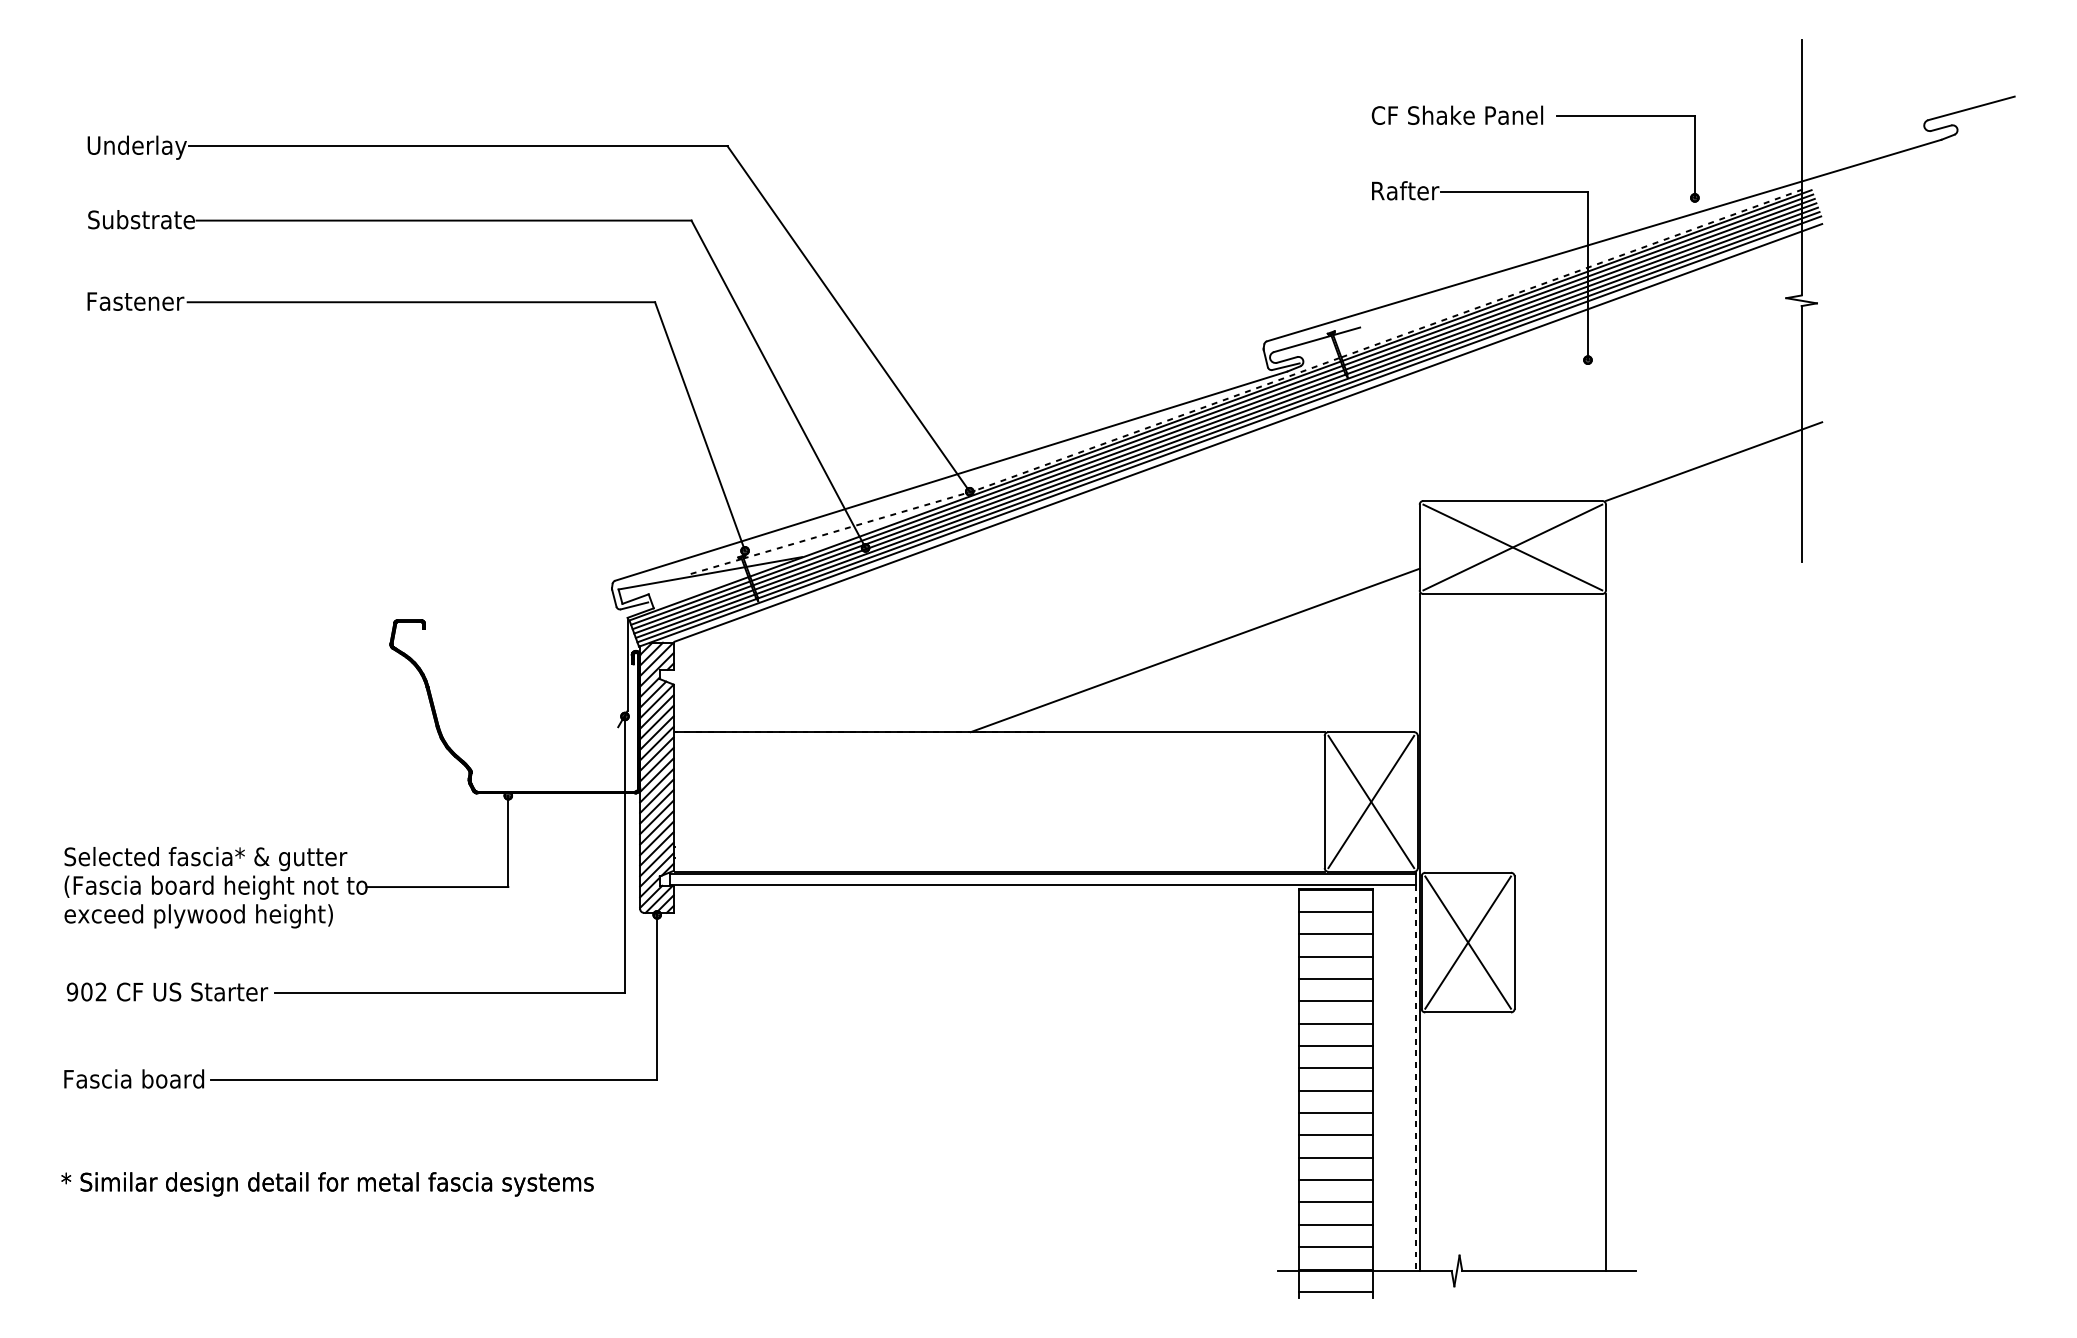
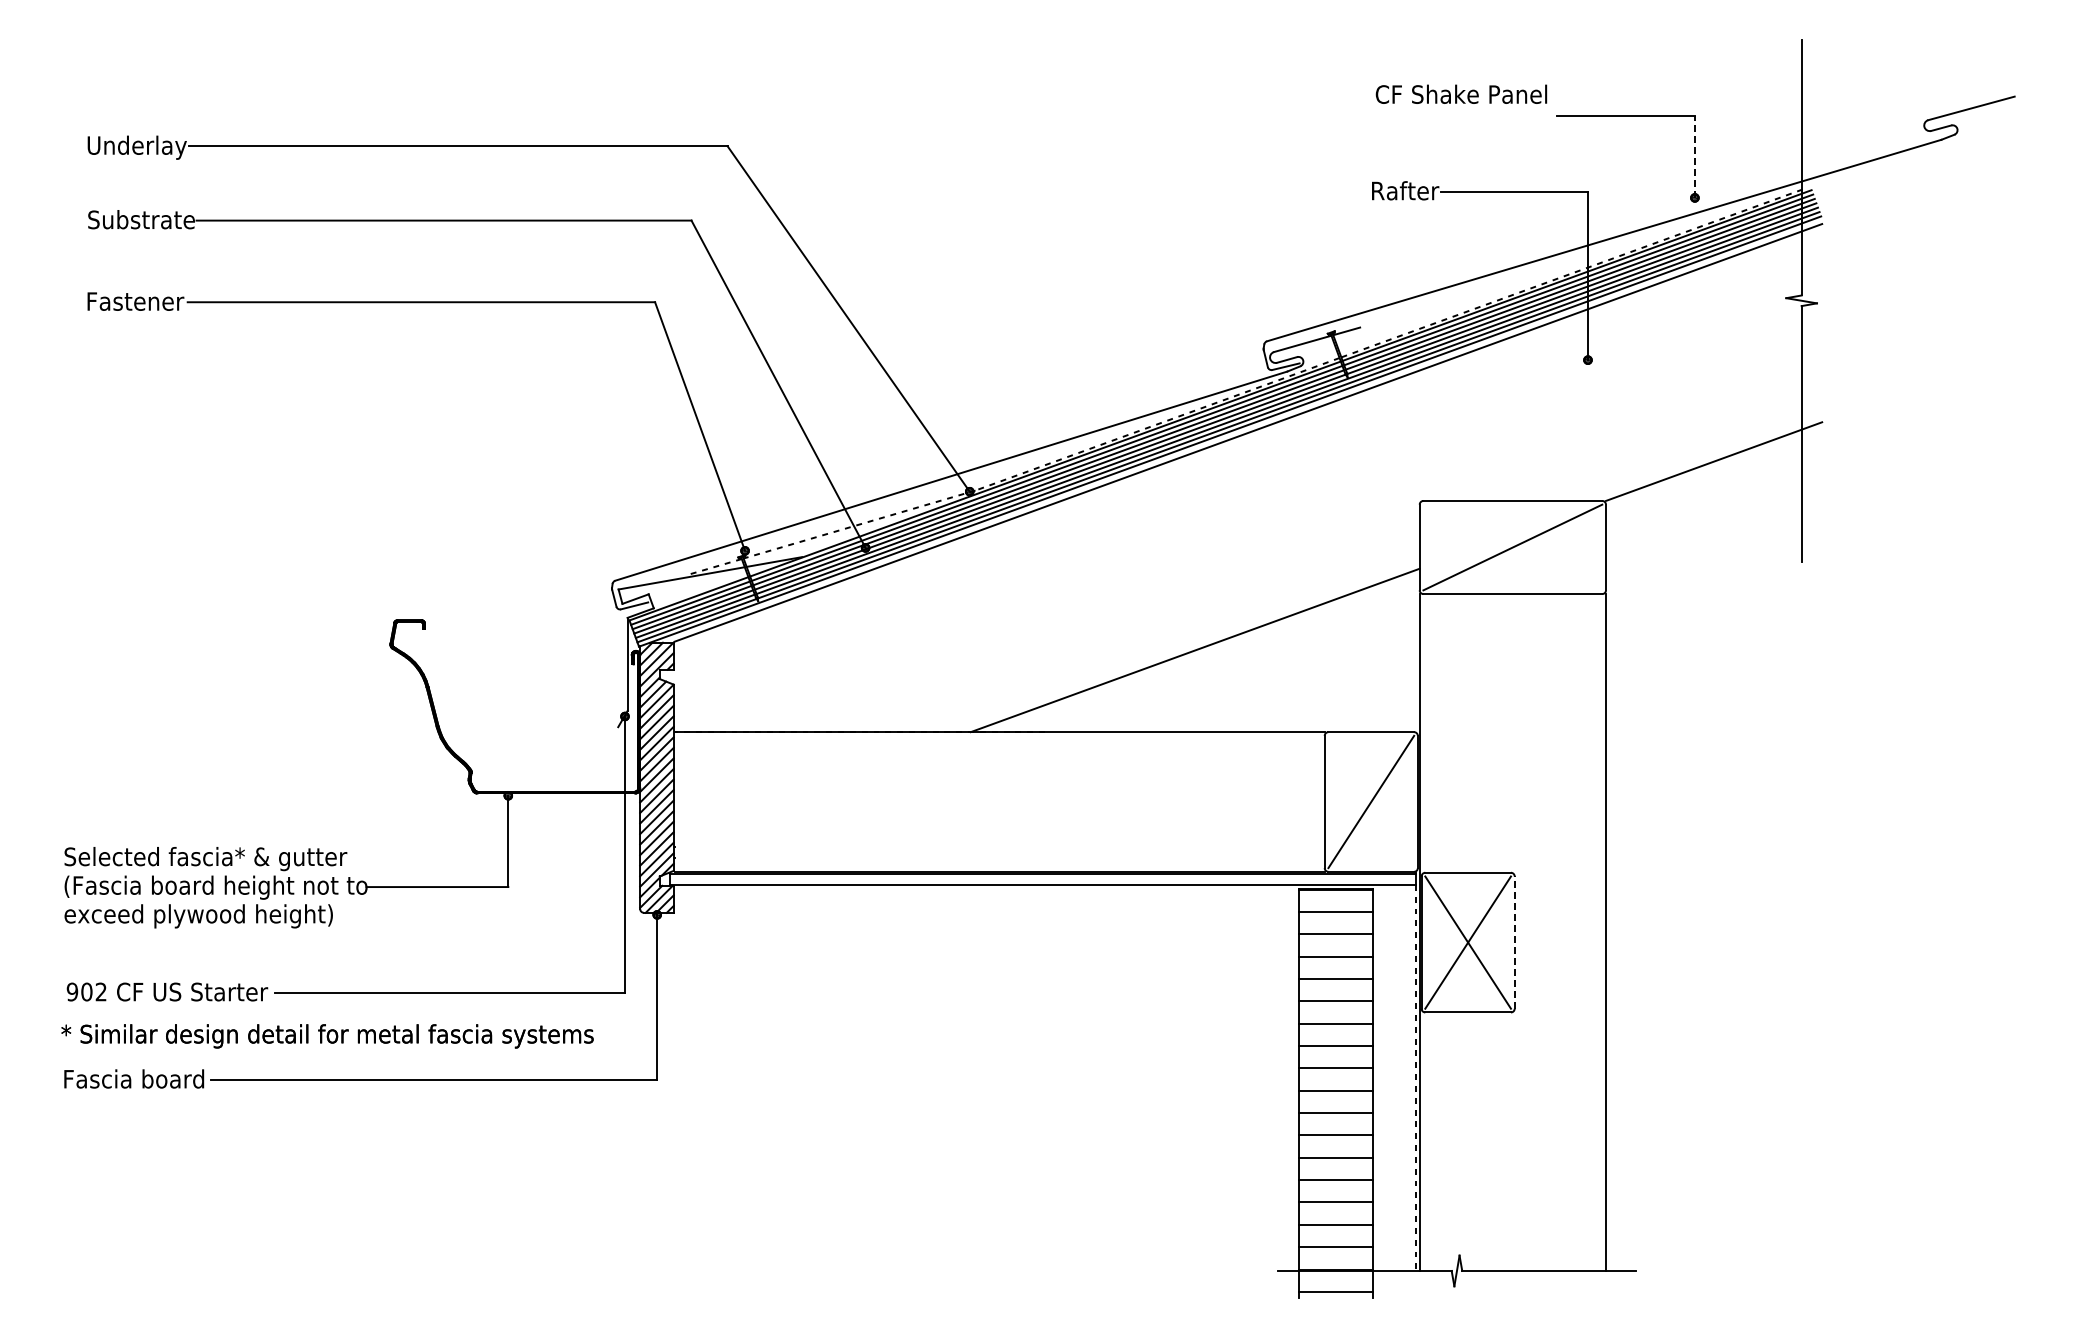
text at (1457, 114) position: (1457, 114) -> (1461, 93)
line at (1694, 157): solid -> dashed
line at (1512, 547): present -> none
line at (1371, 801): present -> none
line at (1514, 942): solid -> dashed
text at (327, 1184) position: (327, 1184) -> (327, 1036)
